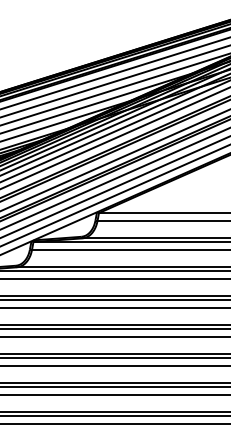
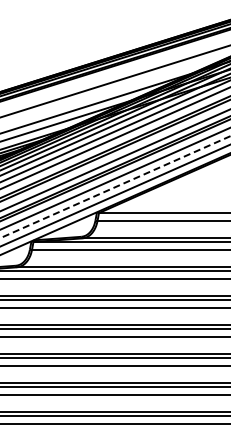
line at (114, 73): present -> none
line at (114, 89): present -> none
line at (115, 187): solid -> dashed
